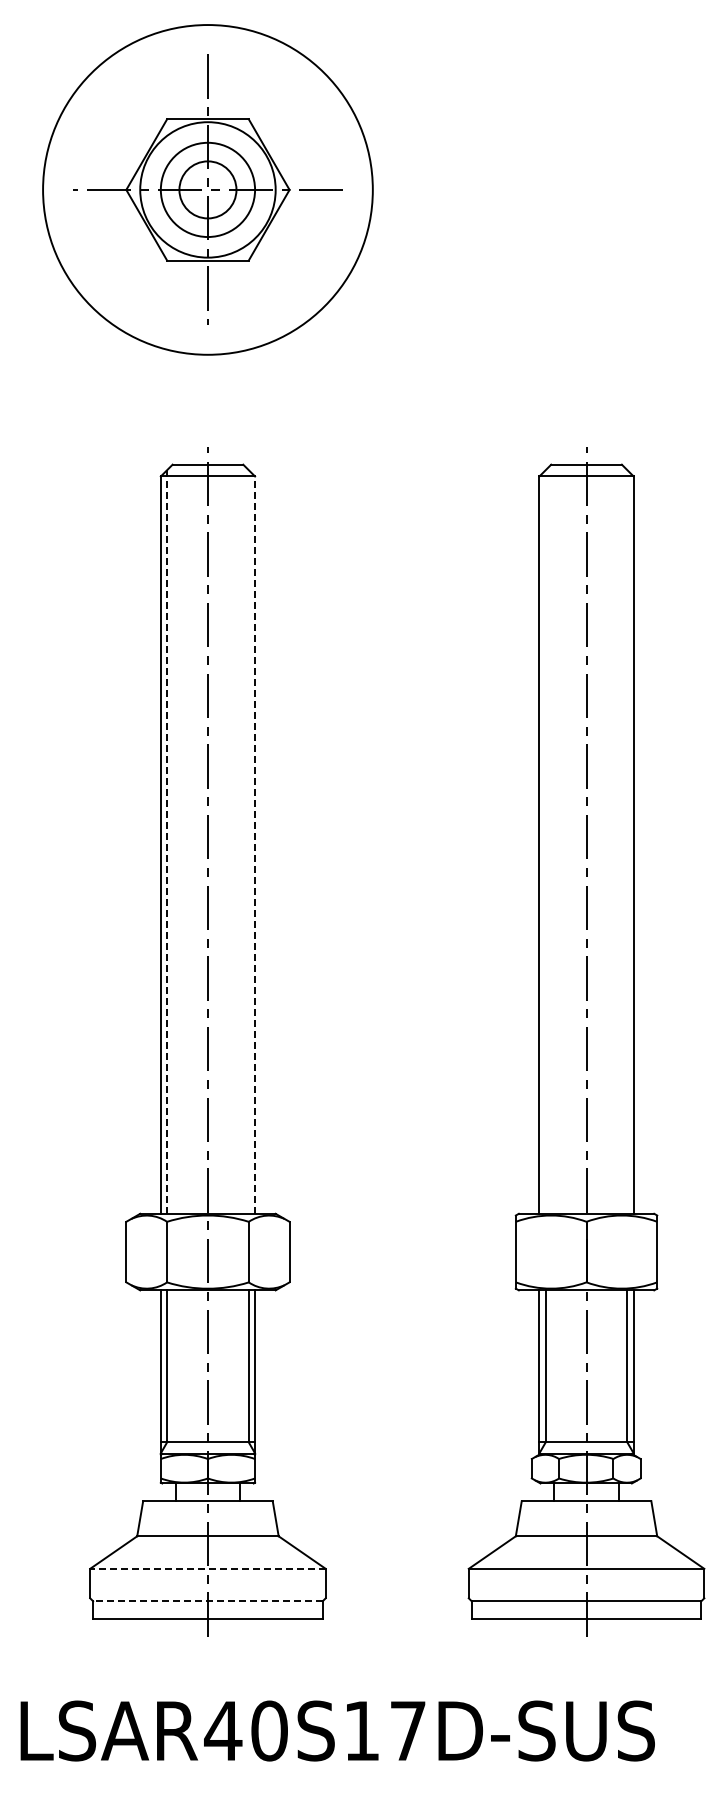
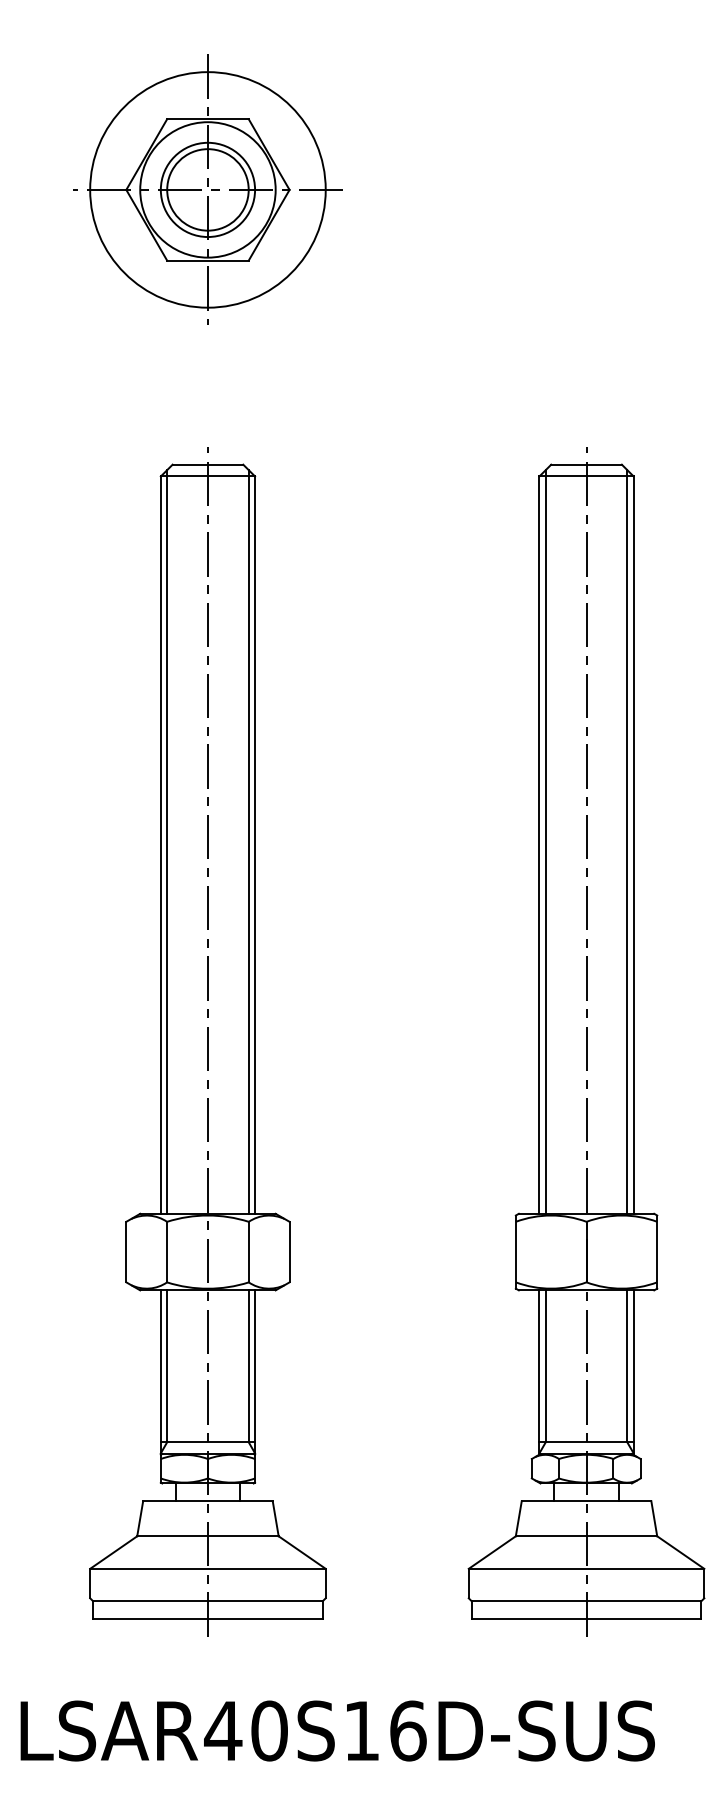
circle at (207, 189) diameter: 330 px -> 236 px
circle at (207, 189) diameter: 57 px -> 82 px
line at (167, 841): dashed -> solid
line at (248, 841): none -> present
line at (545, 841): none -> present
line at (627, 841): none -> present
line at (255, 845): dashed -> solid
line at (208, 1568): dashed -> solid
line at (207, 1601): dashed -> solid
text at (408, 1730): LSAR40S17D-SUS -> LSAR40S16D-SUS
